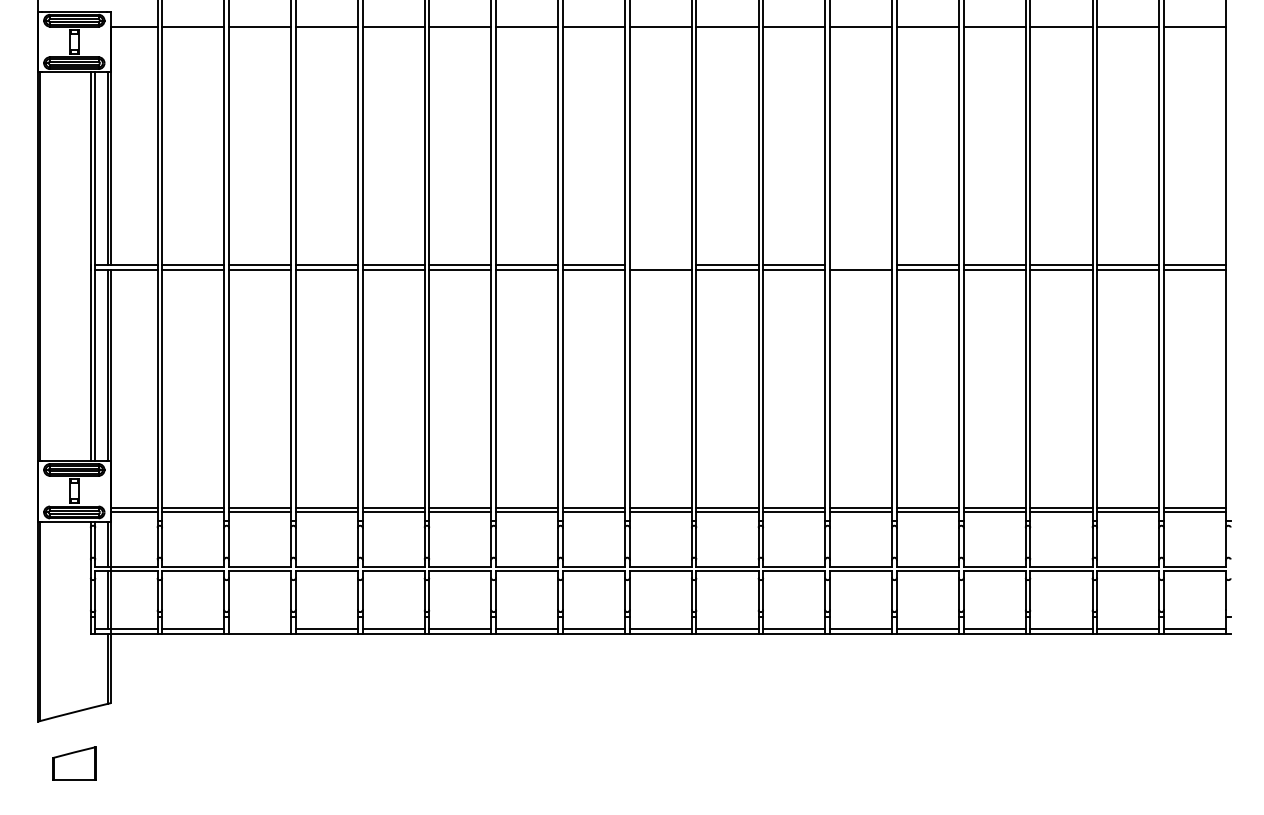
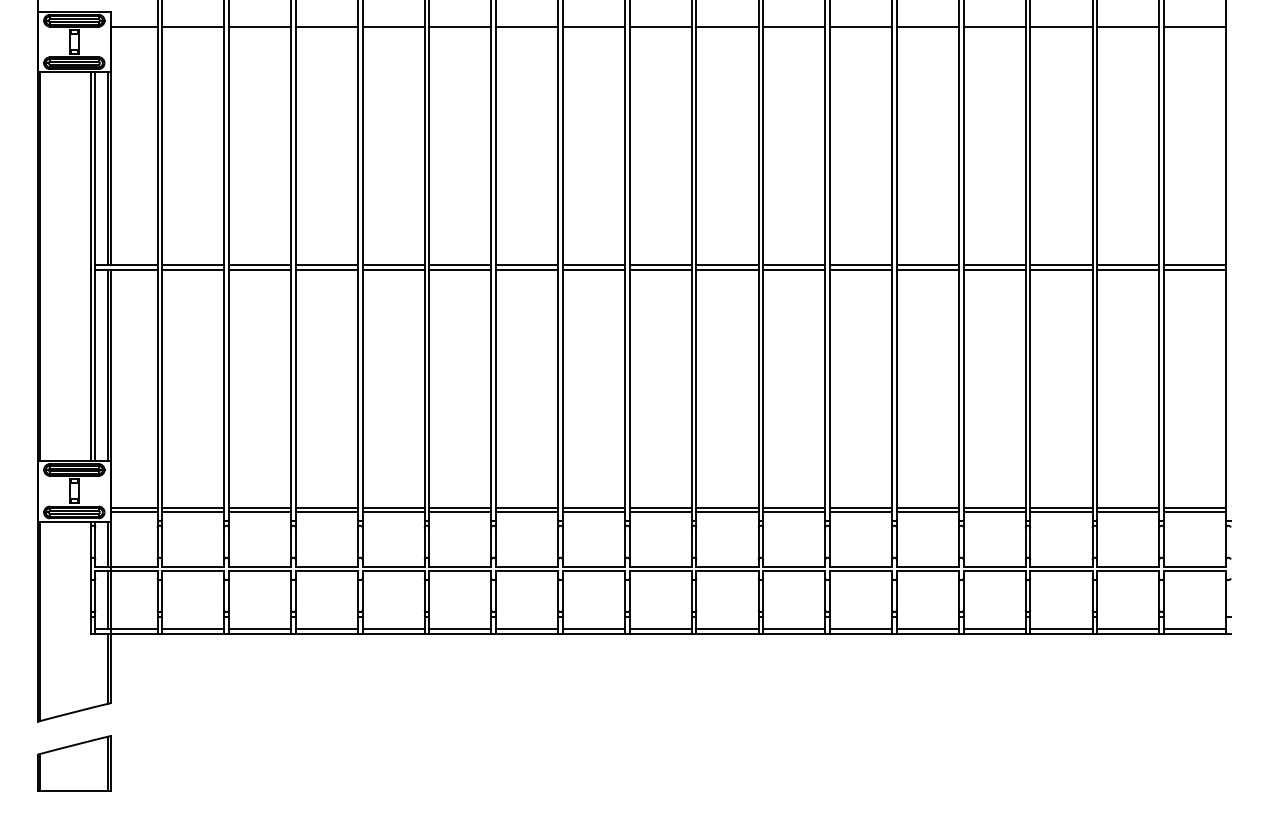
line at (660, 265): none -> present
line at (860, 265): none -> present
line at (259, 629): none -> present
part at (74, 763) size: 45x35 px -> 75x57 px
